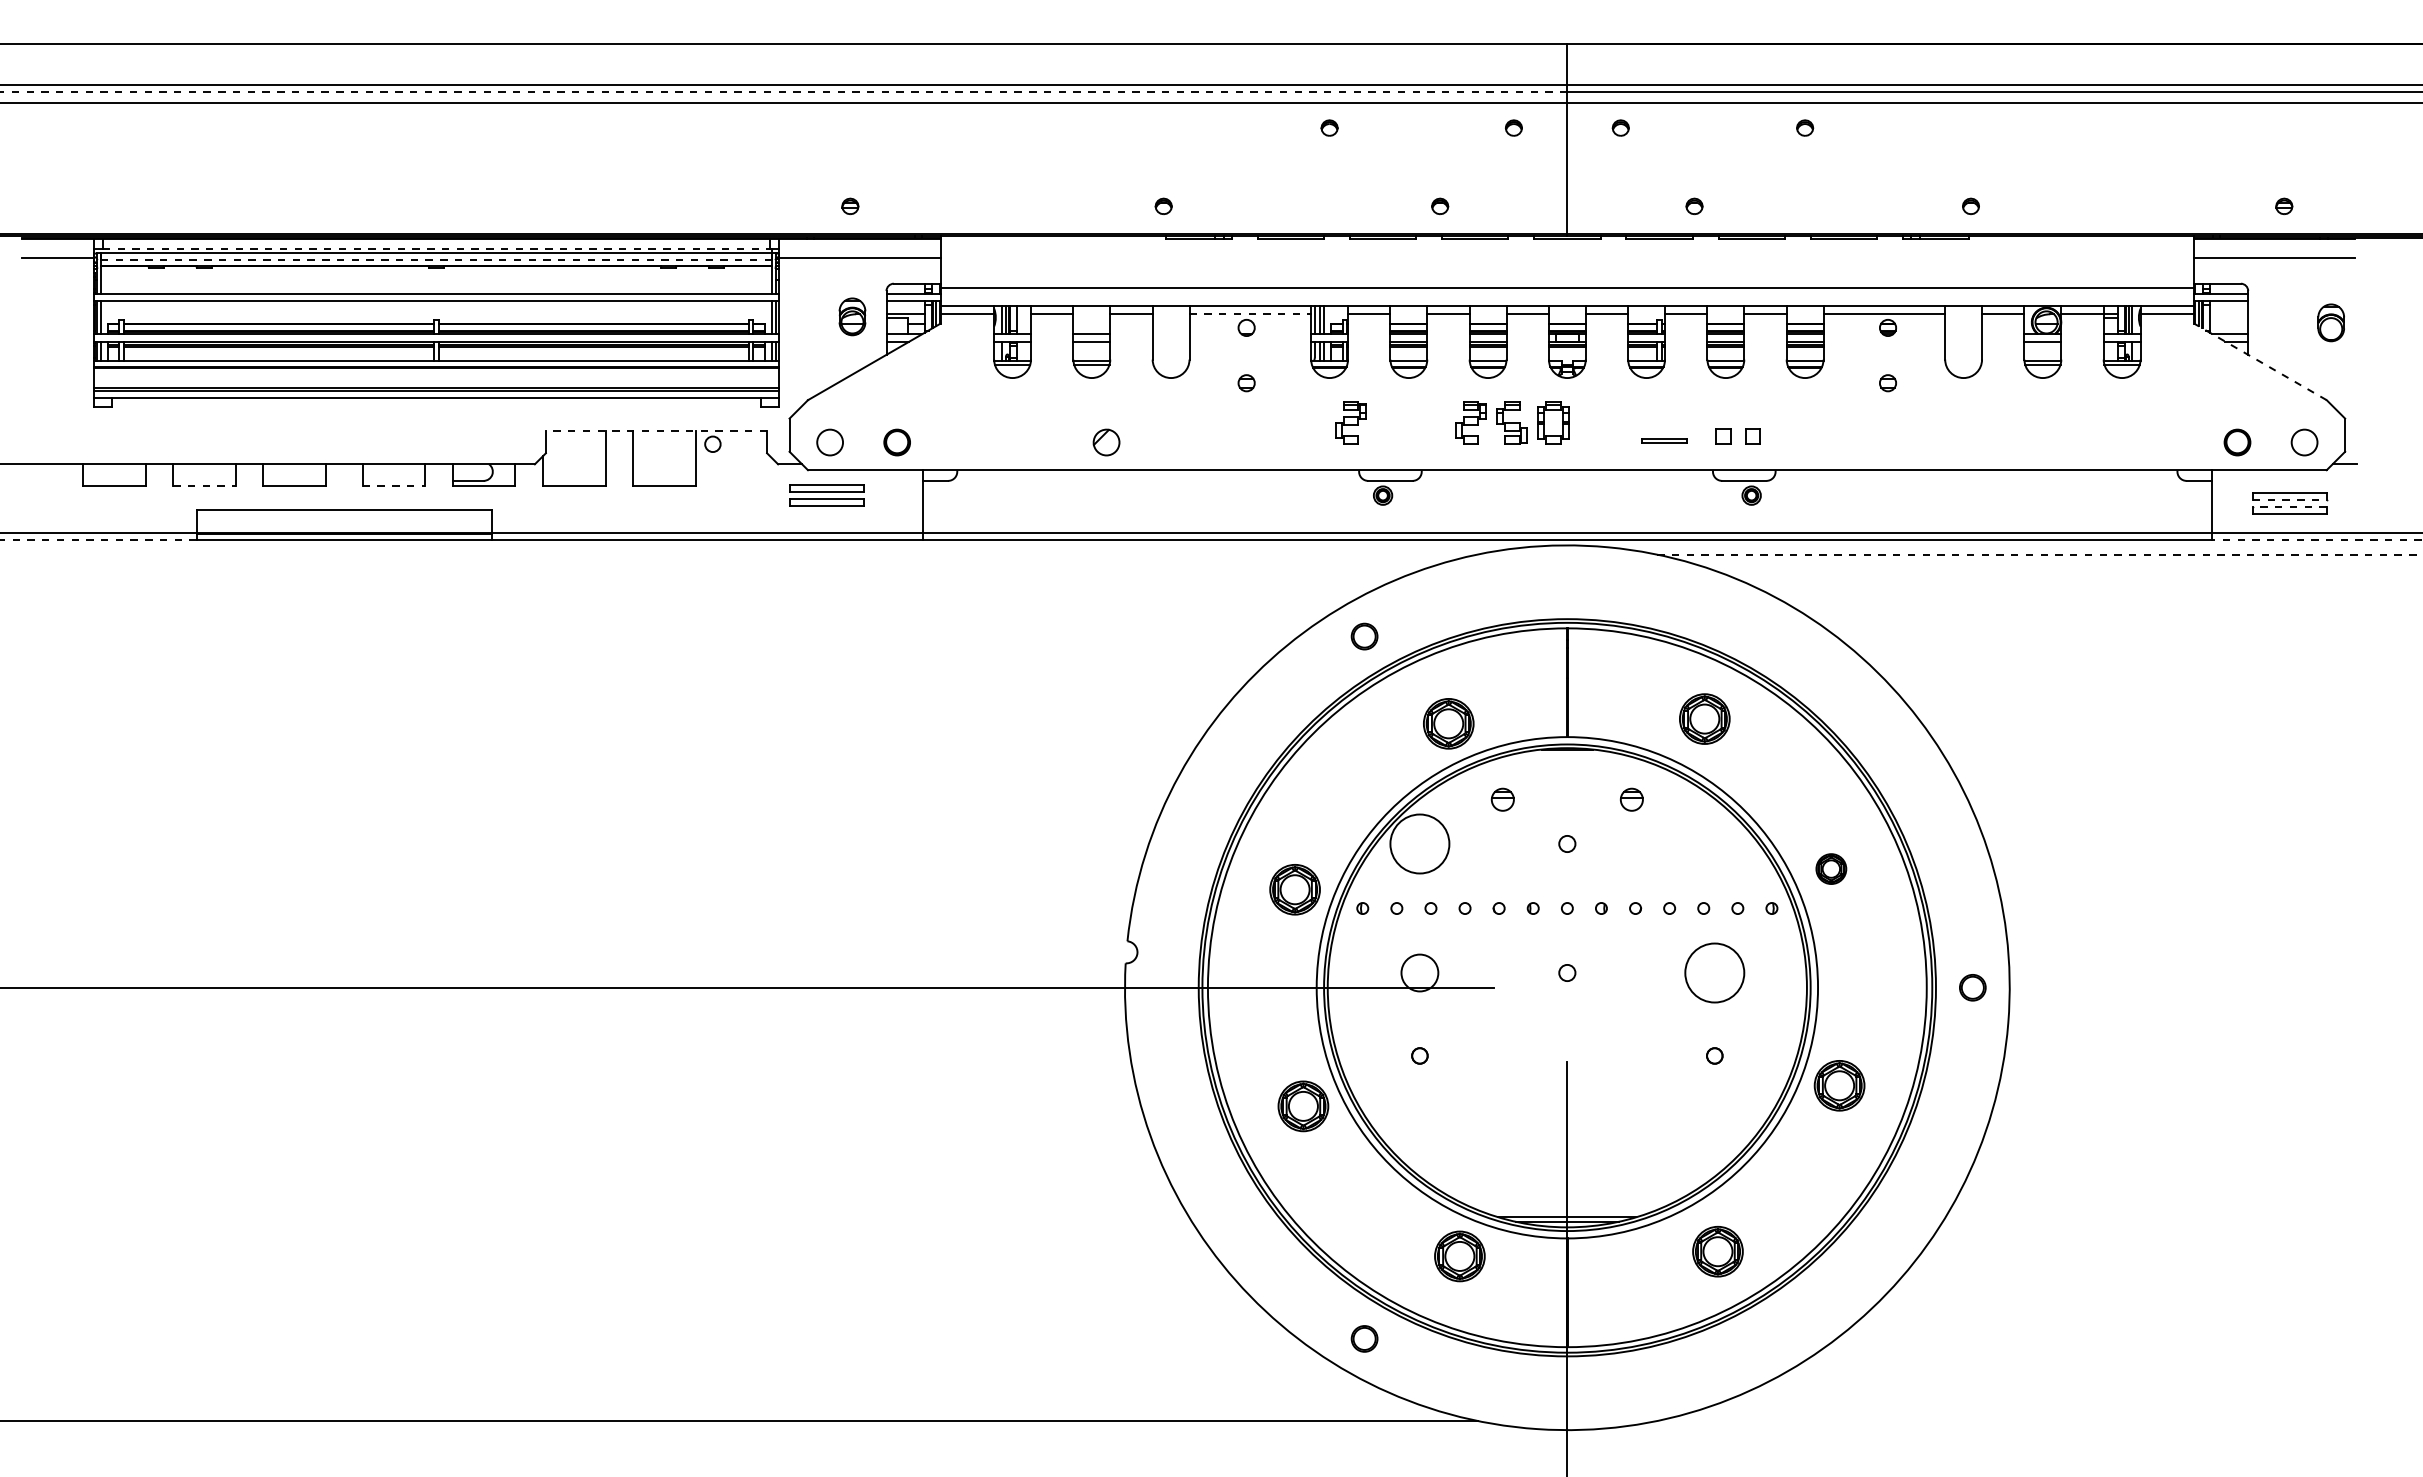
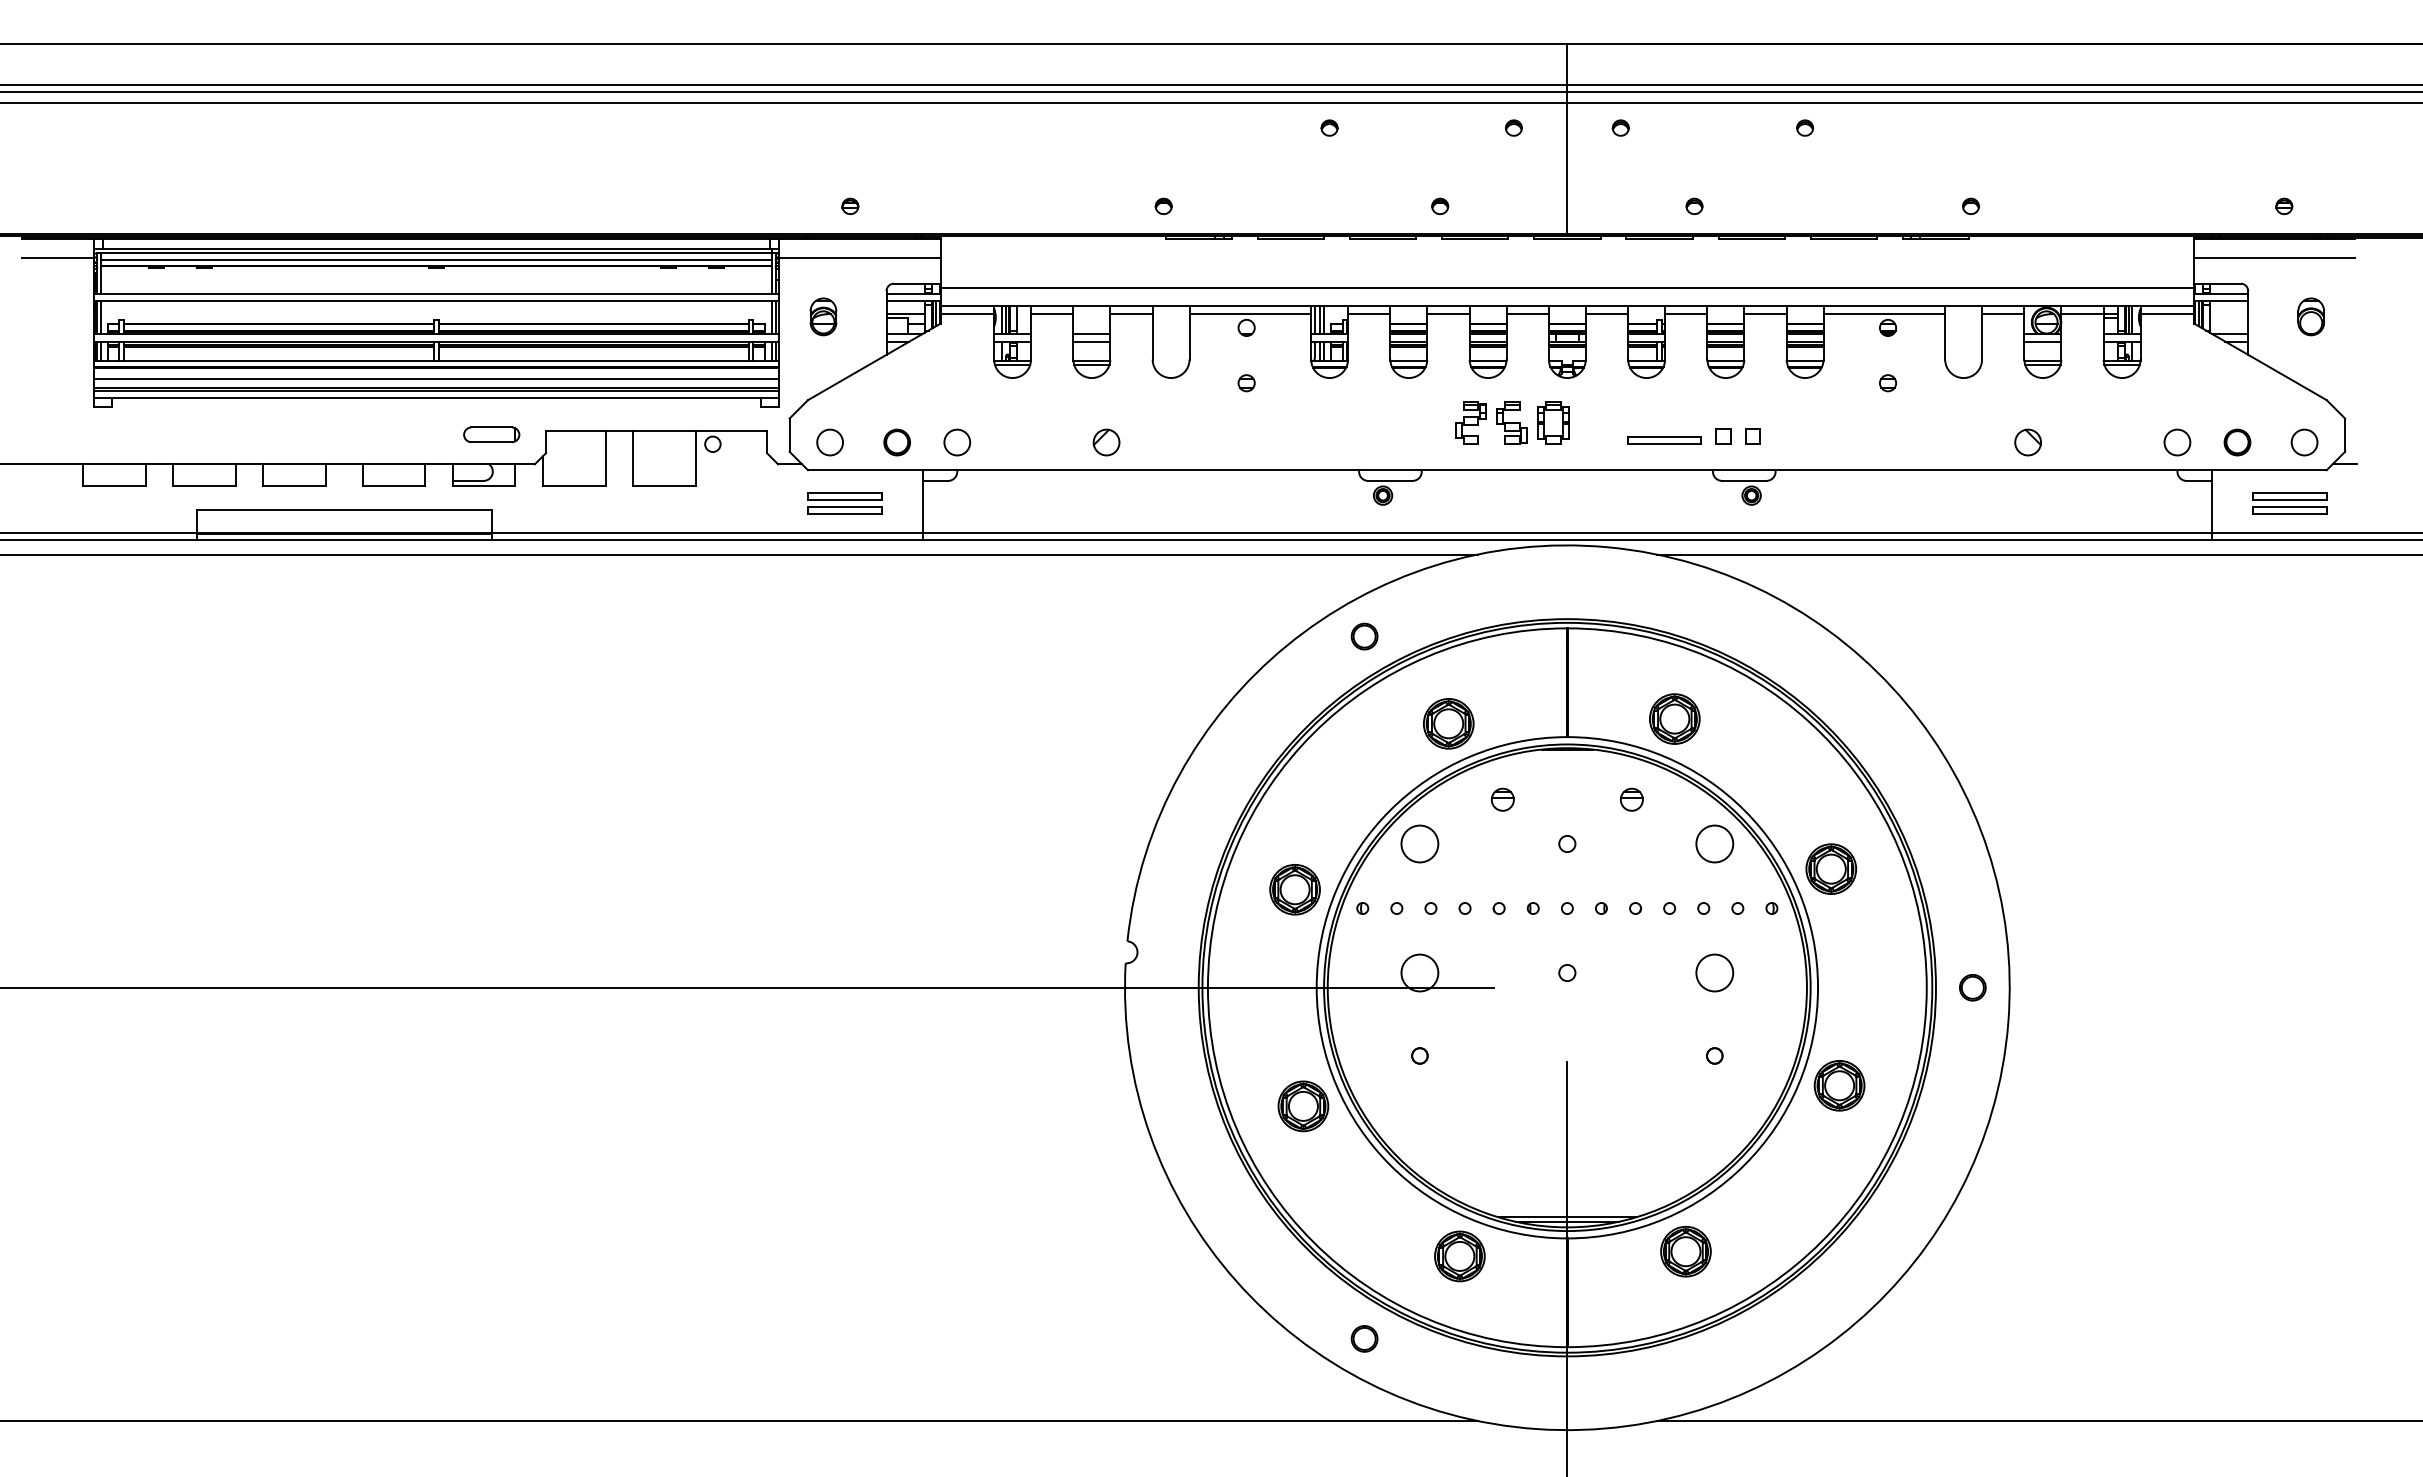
line at (783, 92): dashed -> solid
line at (436, 248): dashed -> solid
line at (436, 259): dashed -> solid
line at (1250, 313): dashed -> solid
part at (852, 316) position: (852, 316) -> (823, 316)
part at (2330, 322) position: (2330, 322) -> (2310, 316)
line at (2260, 361): dashed -> solid
line at (436, 378): none -> present
part at (1350, 422): present -> none
line at (656, 431): dashed -> solid
part at (491, 434): none -> present
part at (1664, 440) size: 47x6 px -> 75x9 px
circle at (957, 442): none -> present
part at (2027, 442): none -> present
circle at (2177, 442): none -> present
line at (204, 485): dashed -> solid
line at (394, 485): dashed -> solid
part at (826, 495) position: (826, 495) -> (844, 503)
line at (2289, 499): dashed -> solid
line at (2289, 507): dashed -> solid
line at (97, 539): dashed -> solid
line at (2316, 539): dashed -> solid
line at (739, 554): none -> present
line at (2040, 554): dashed -> solid
part at (1704, 718) position: (1704, 718) -> (1674, 718)
circle at (1419, 843) diameter: 59 px -> 37 px
circle at (1714, 843): none -> present
part at (1831, 868) size: 33x32 px -> 53x52 px
circle at (1714, 972) diameter: 59 px -> 37 px
part at (1717, 1251) position: (1717, 1251) -> (1685, 1251)
line at (2038, 1420): none -> present
